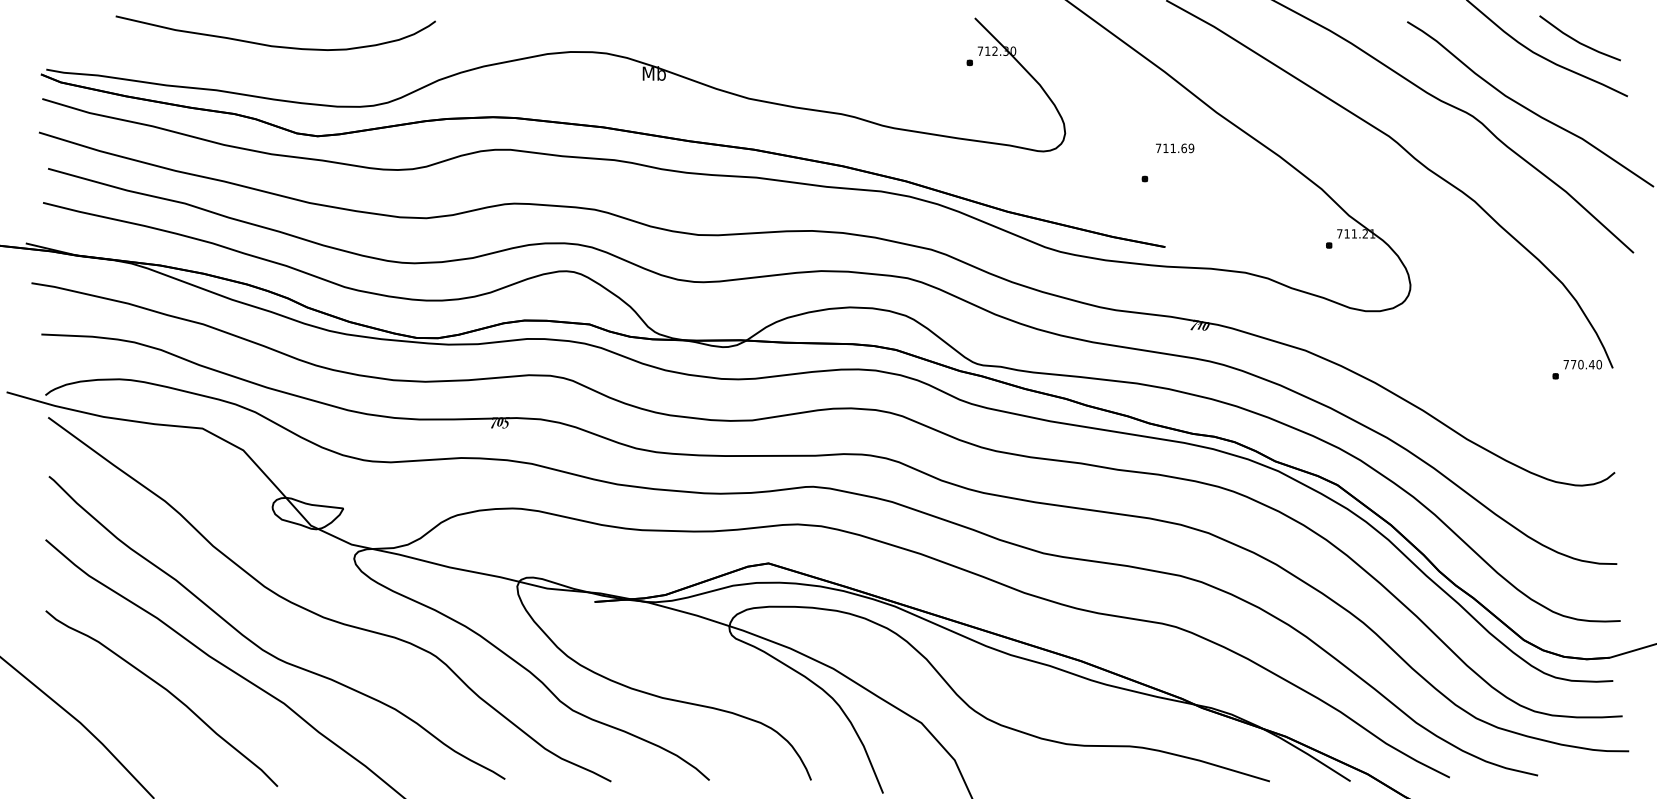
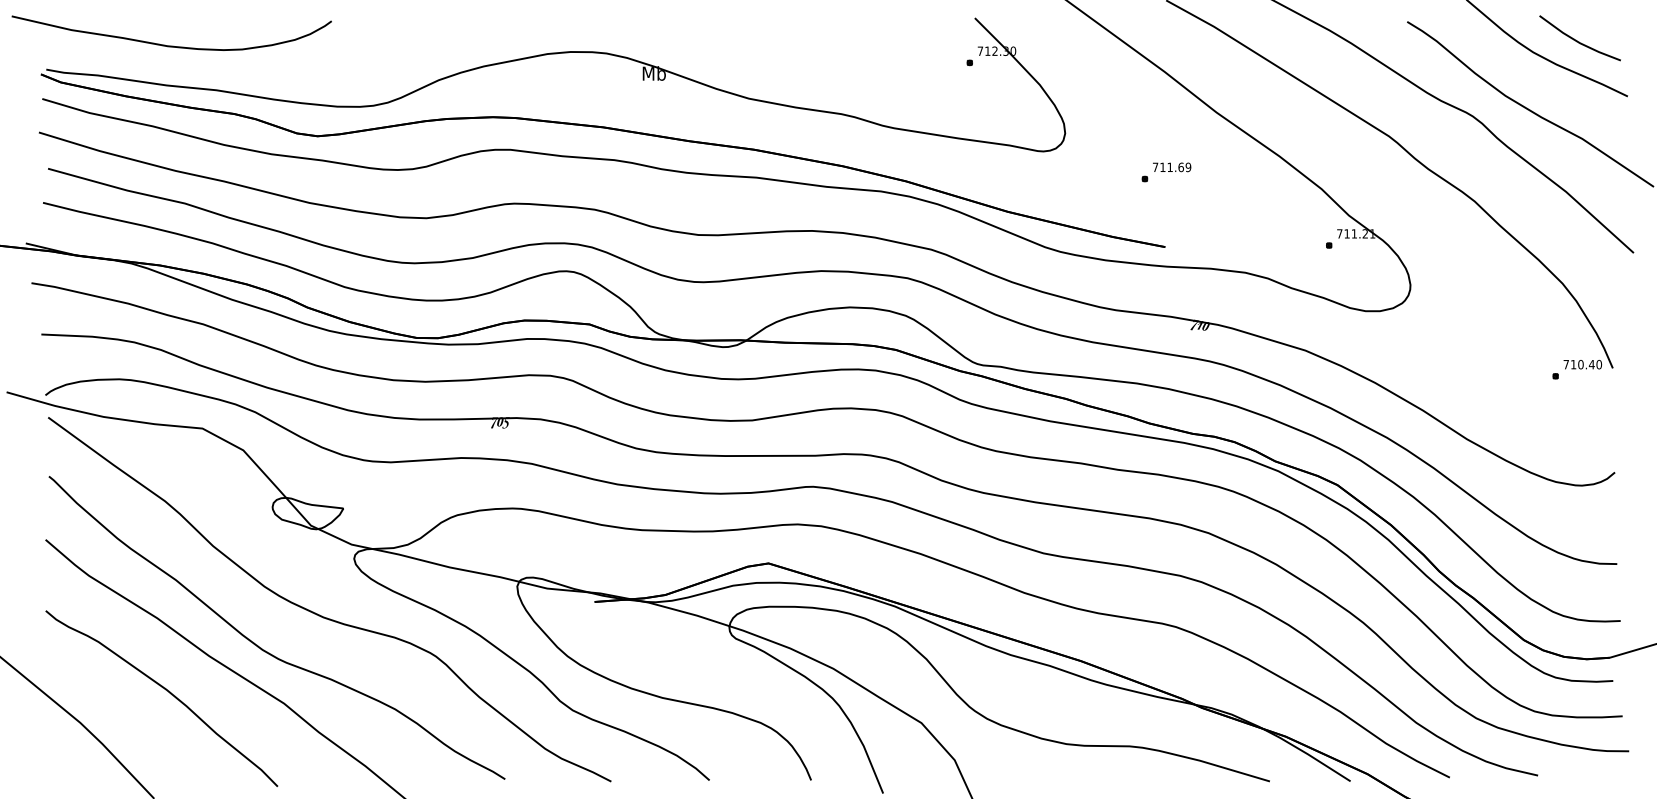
curve at (275, 45) position: (275, 45) -> (171, 45)
text at (1175, 148) position: (1175, 148) -> (1172, 167)
text at (1573, 364): 770.40 -> 710.40
